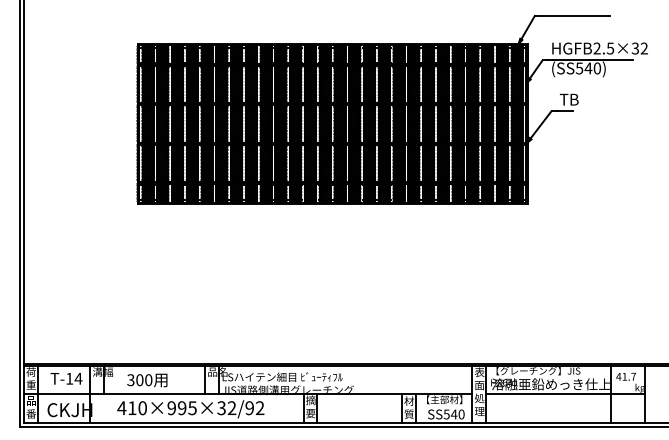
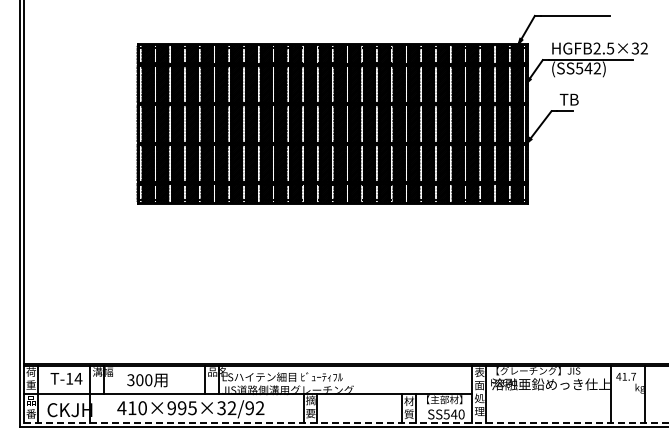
text at (597, 68): (SS540) -> (SS542)
line at (564, 394): present -> none
line at (346, 422): solid -> dashed
